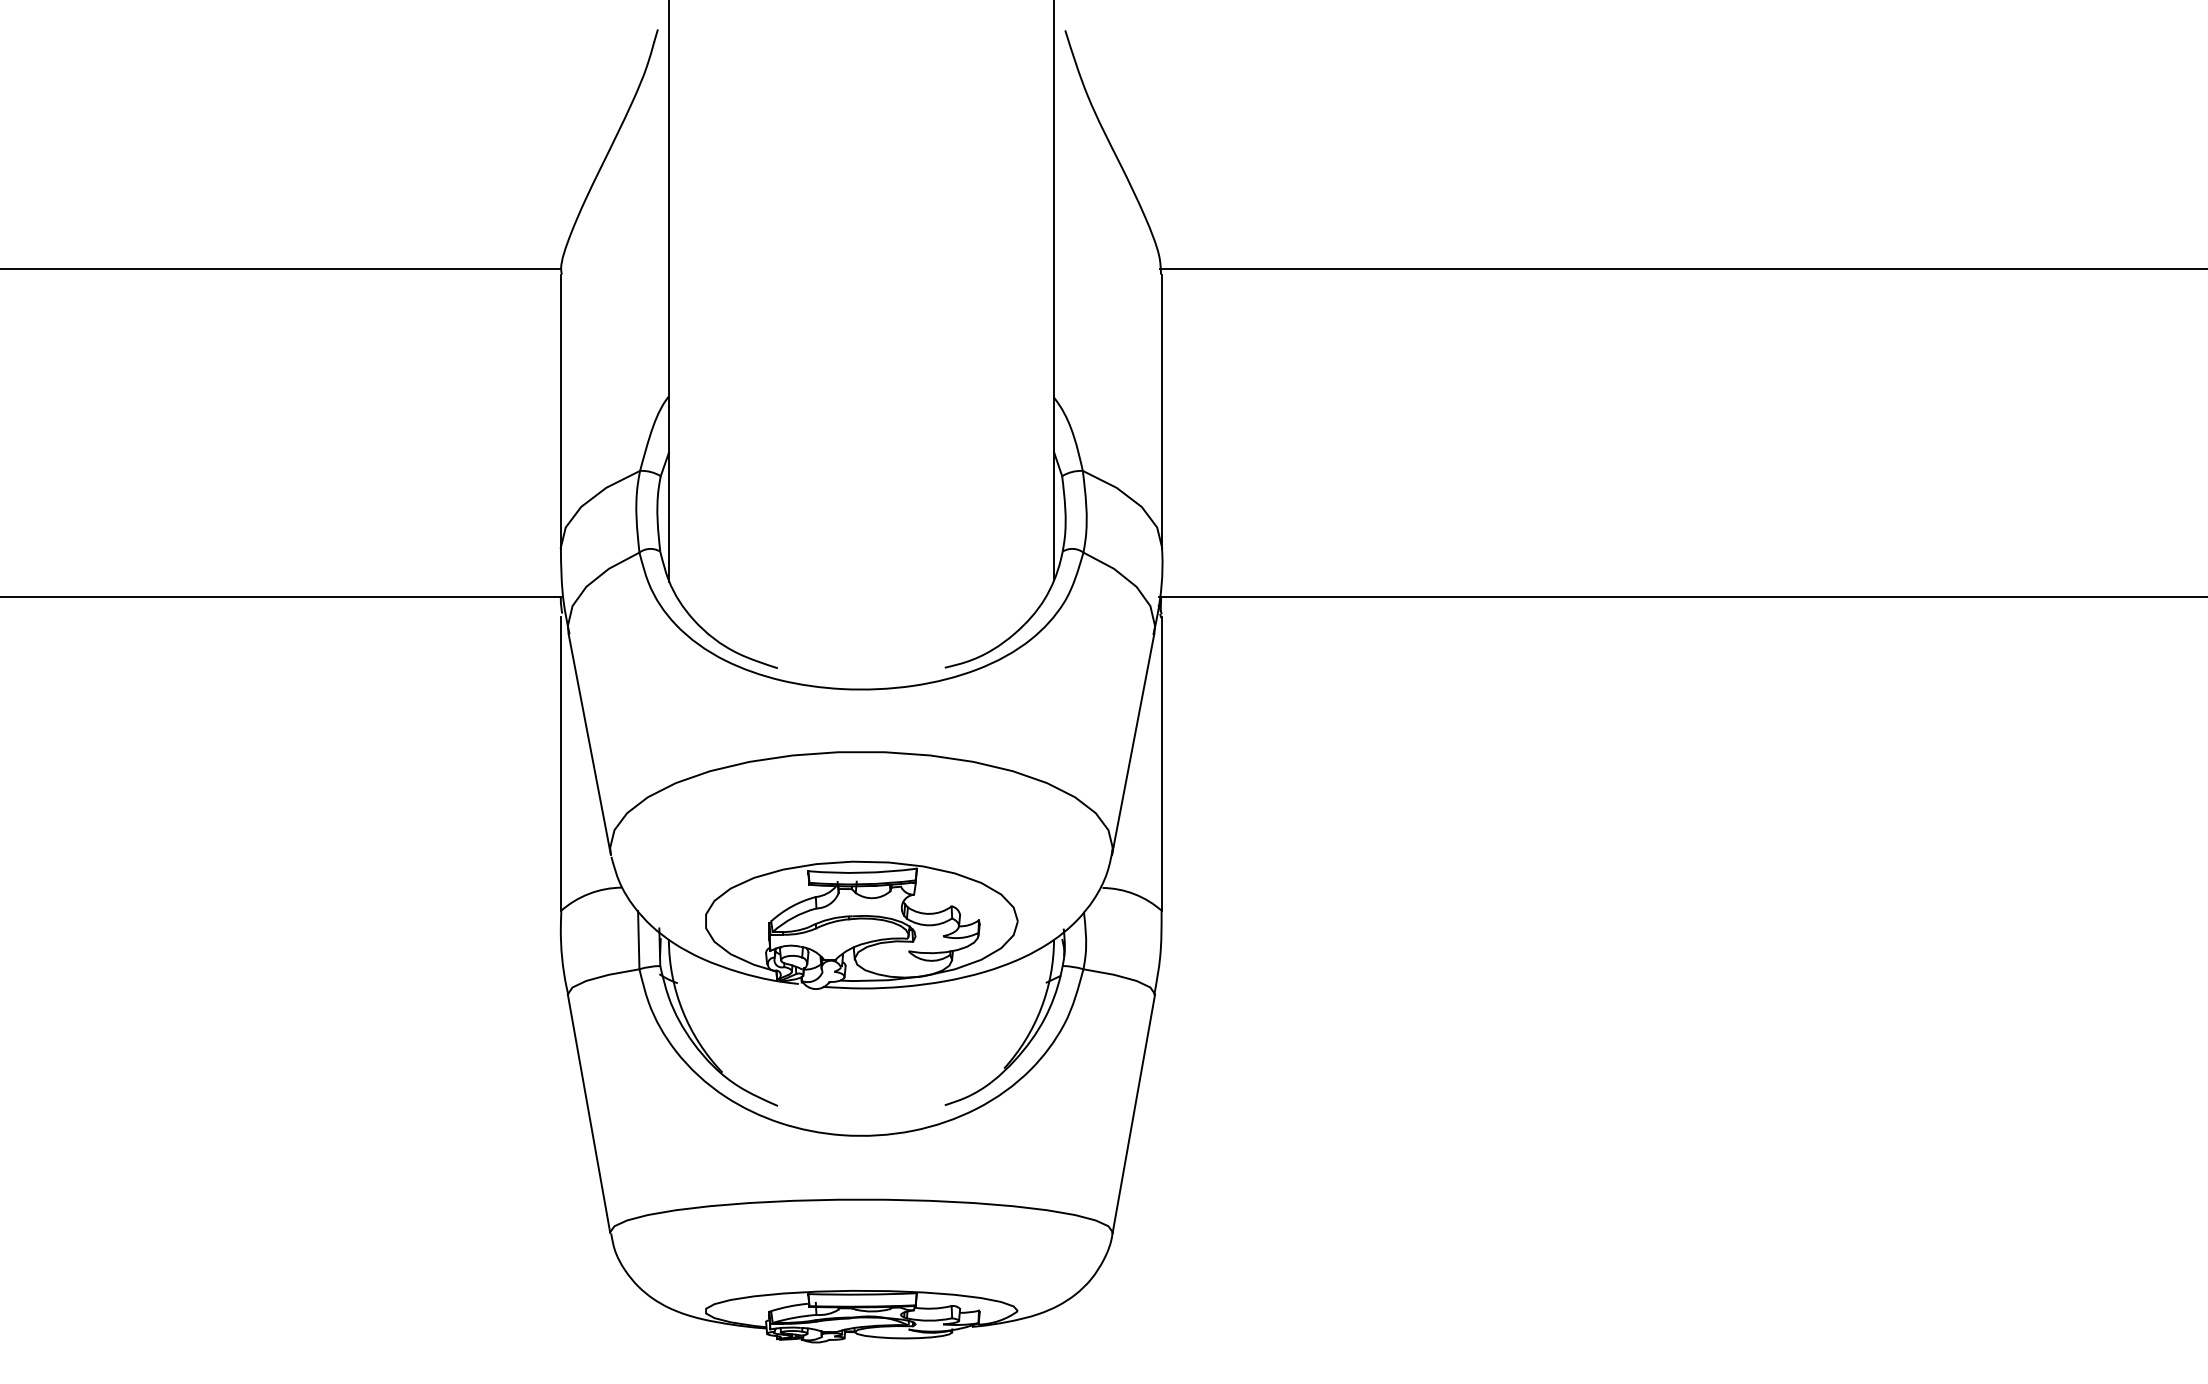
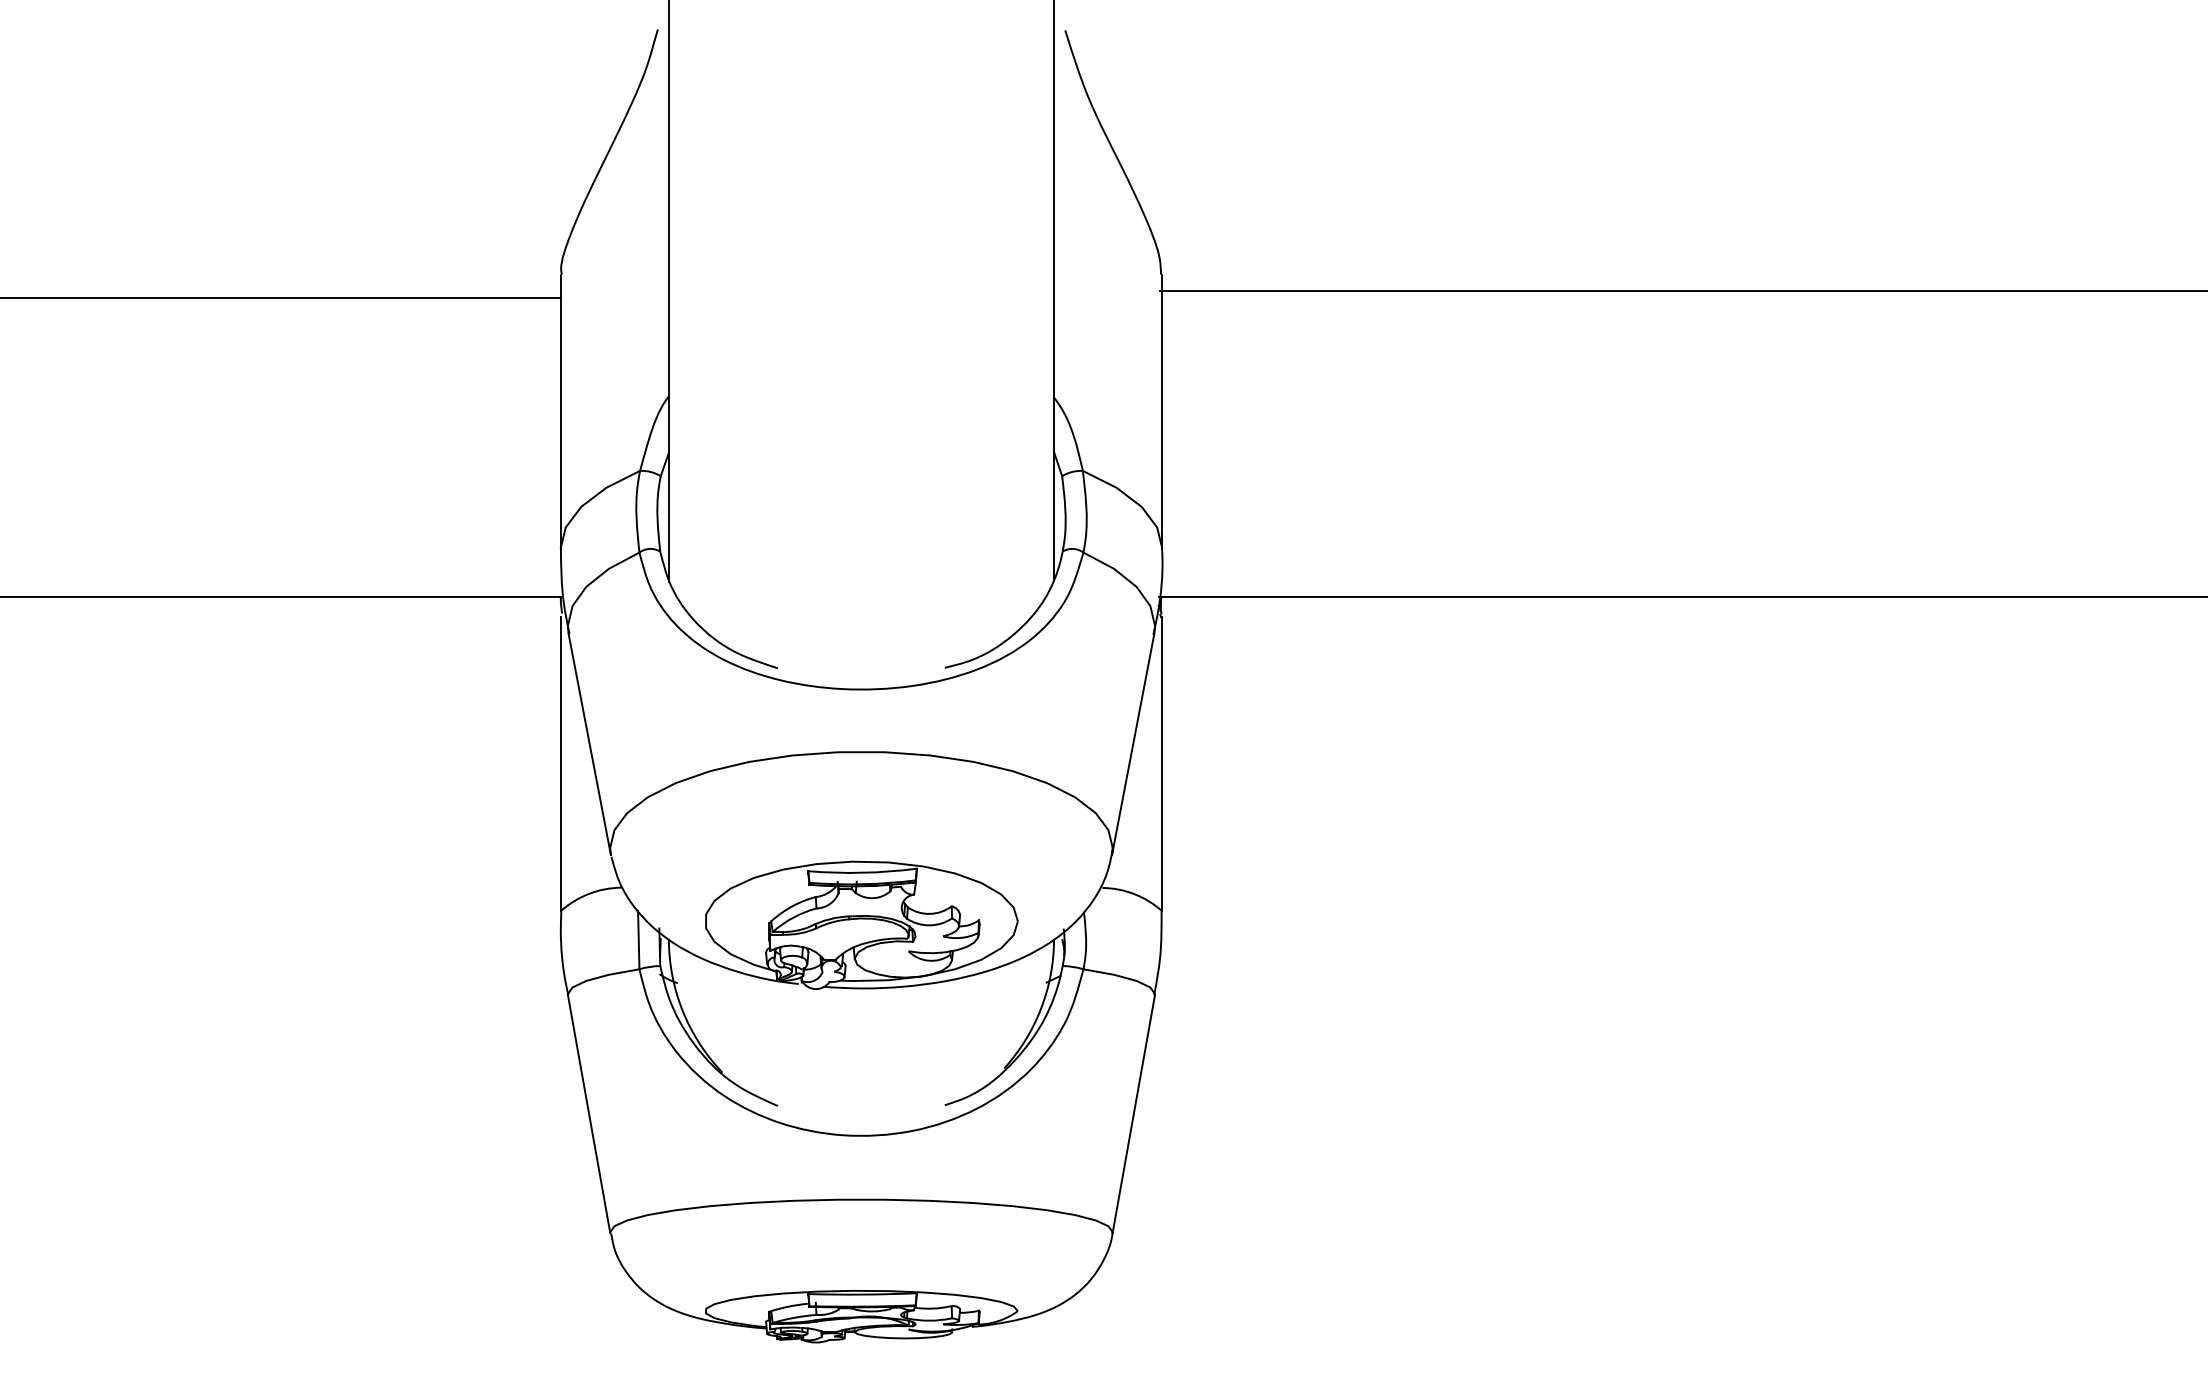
line at (281, 268) position: (281, 268) -> (281, 297)
line at (1682, 268) position: (1682, 268) -> (1682, 290)
